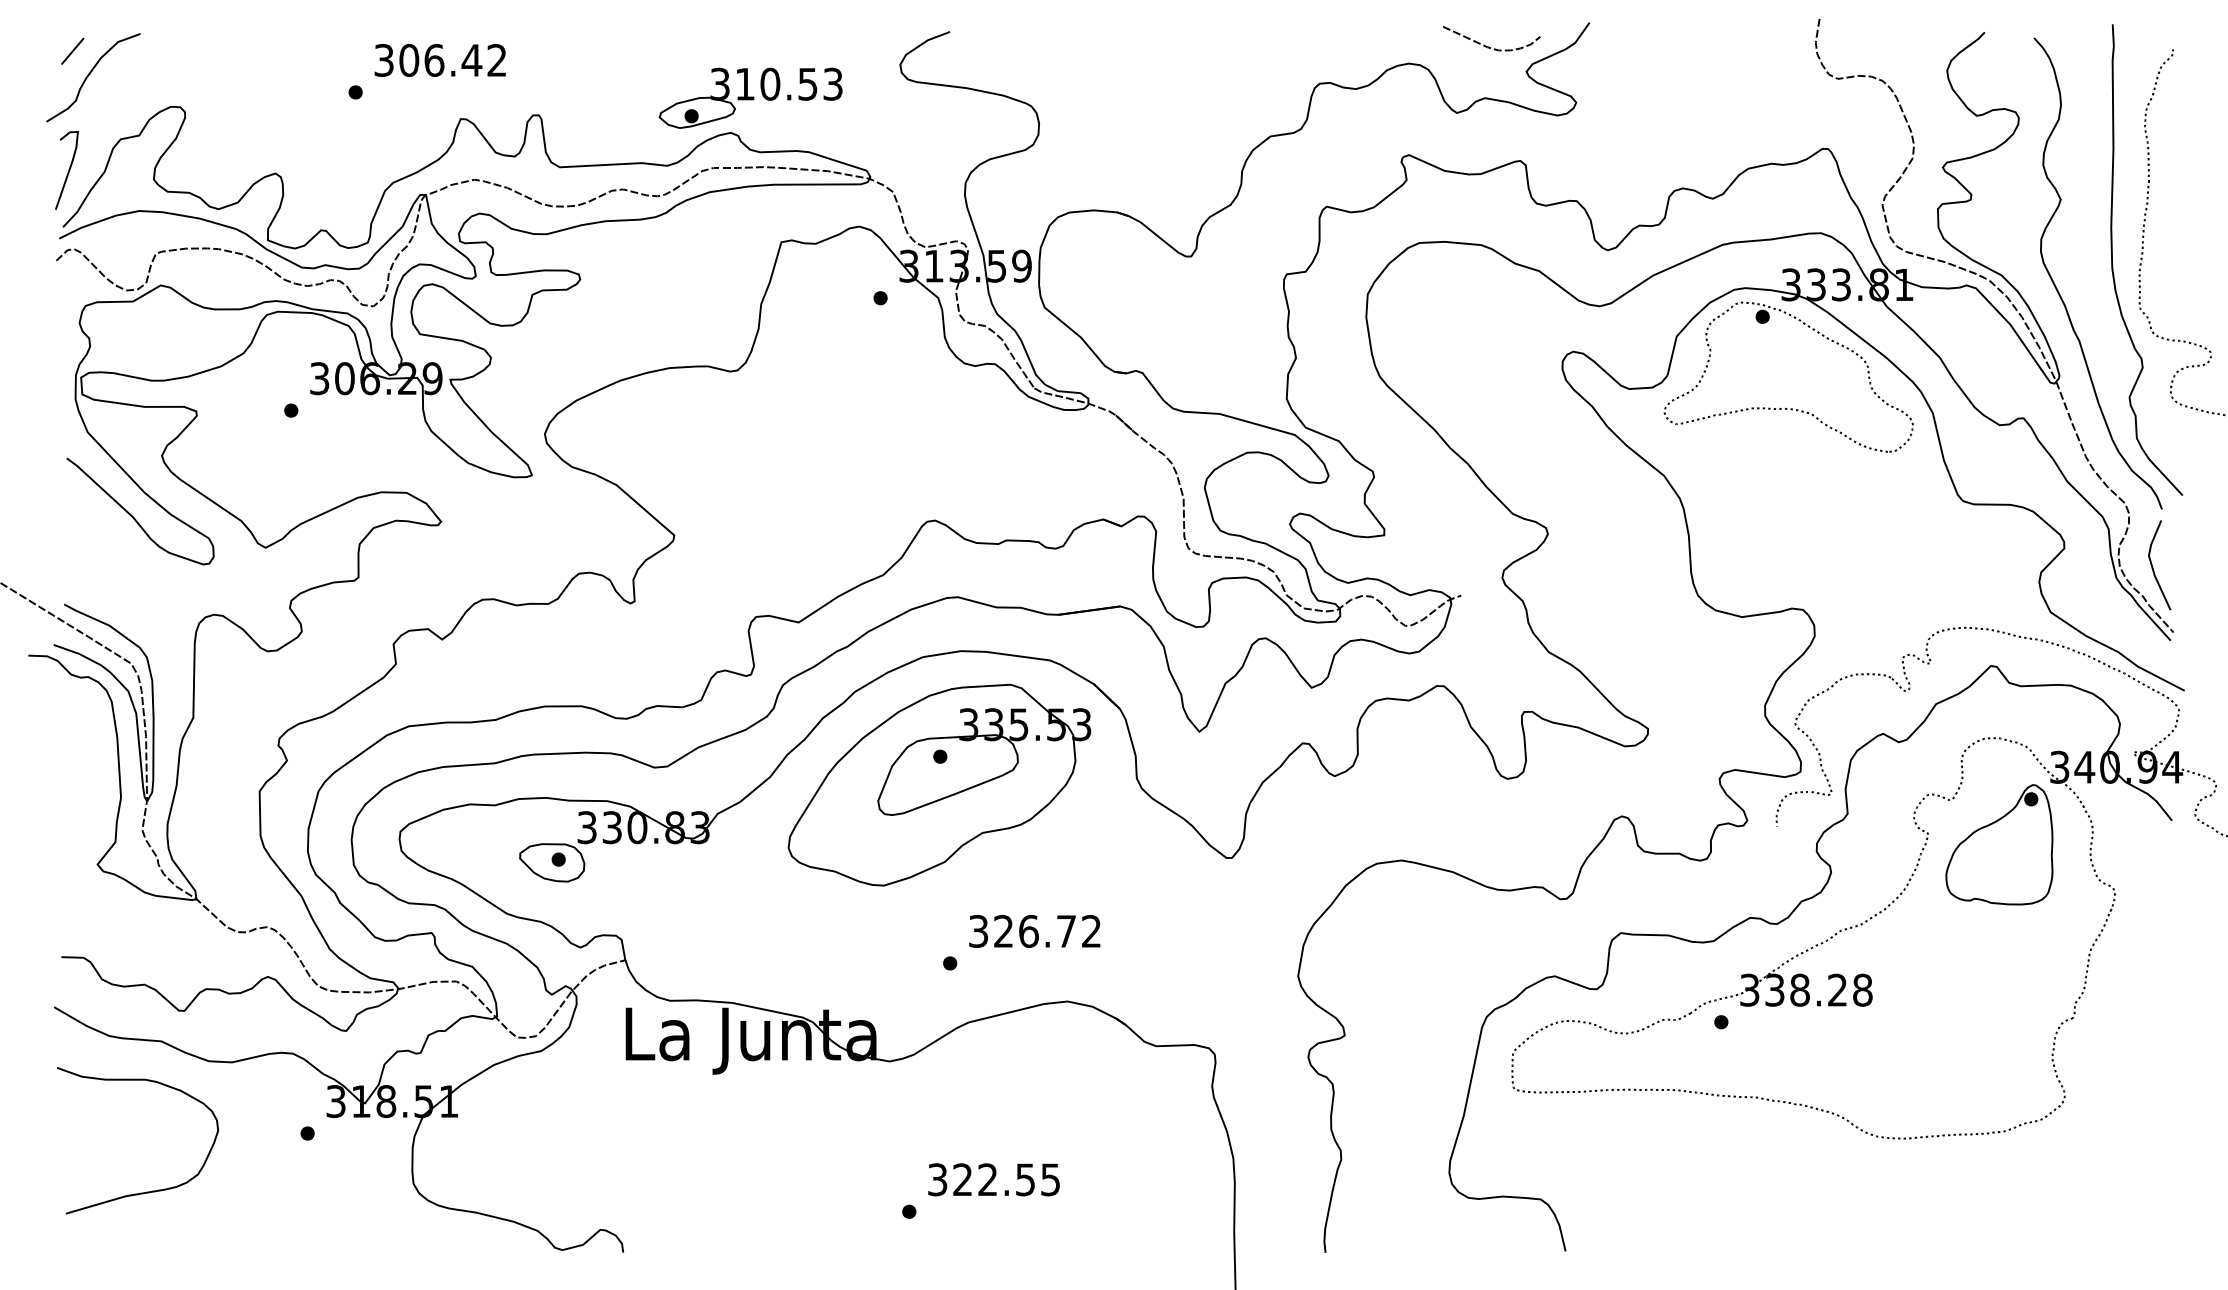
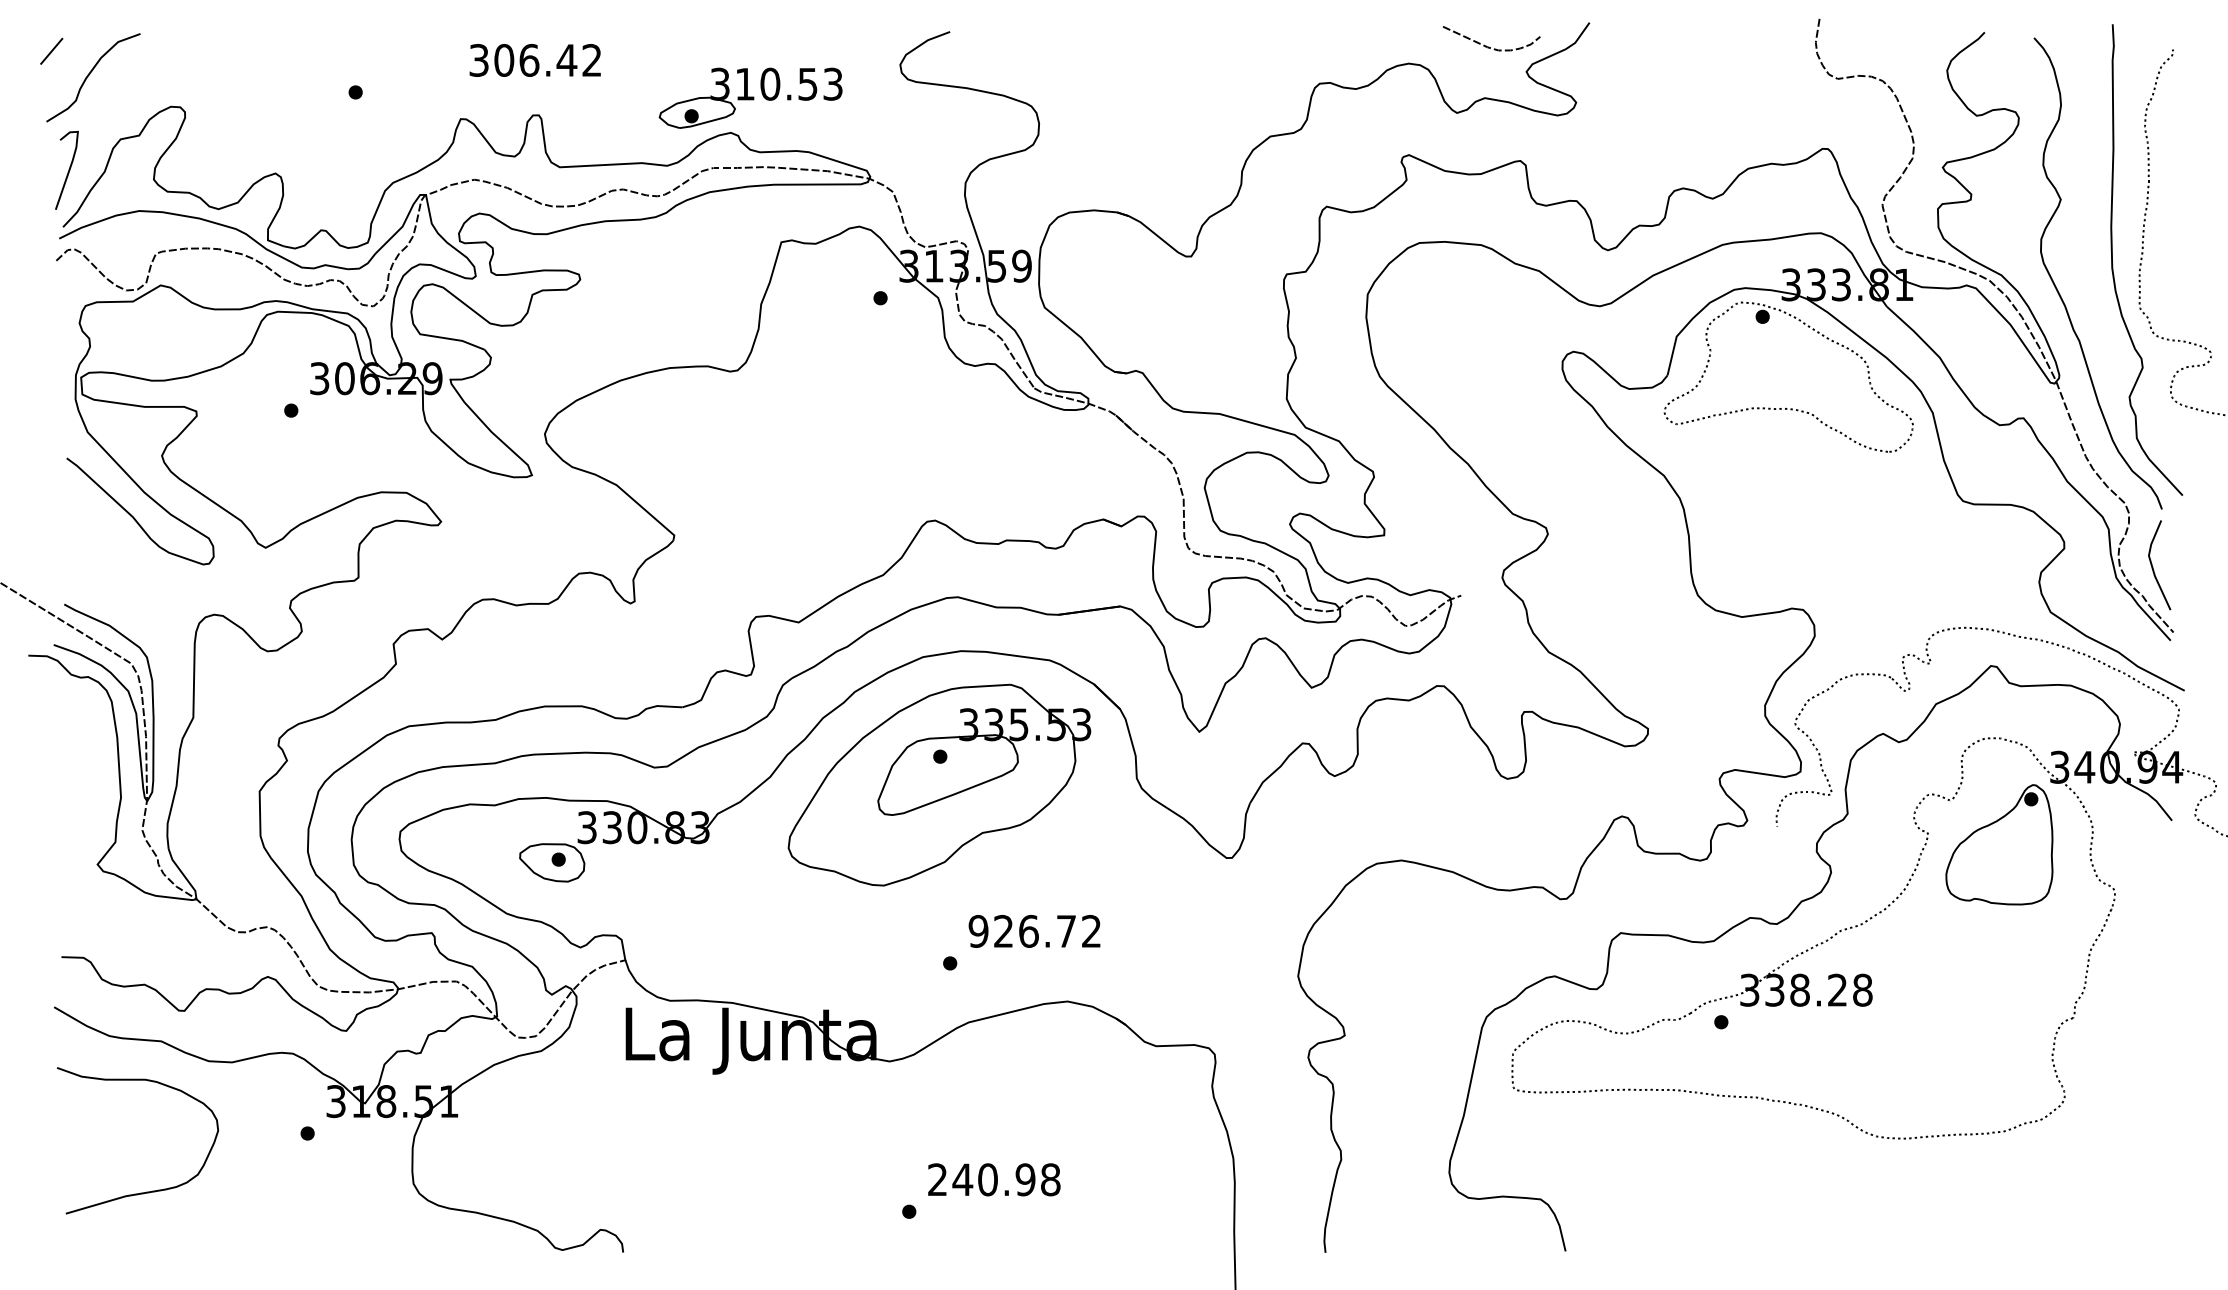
line at (72, 50) position: (72, 50) -> (51, 50)
text at (439, 60) position: (439, 60) -> (534, 60)
text at (978, 931): 326.72 -> 926.72
text at (994, 1179): 322.55 -> 240.98
